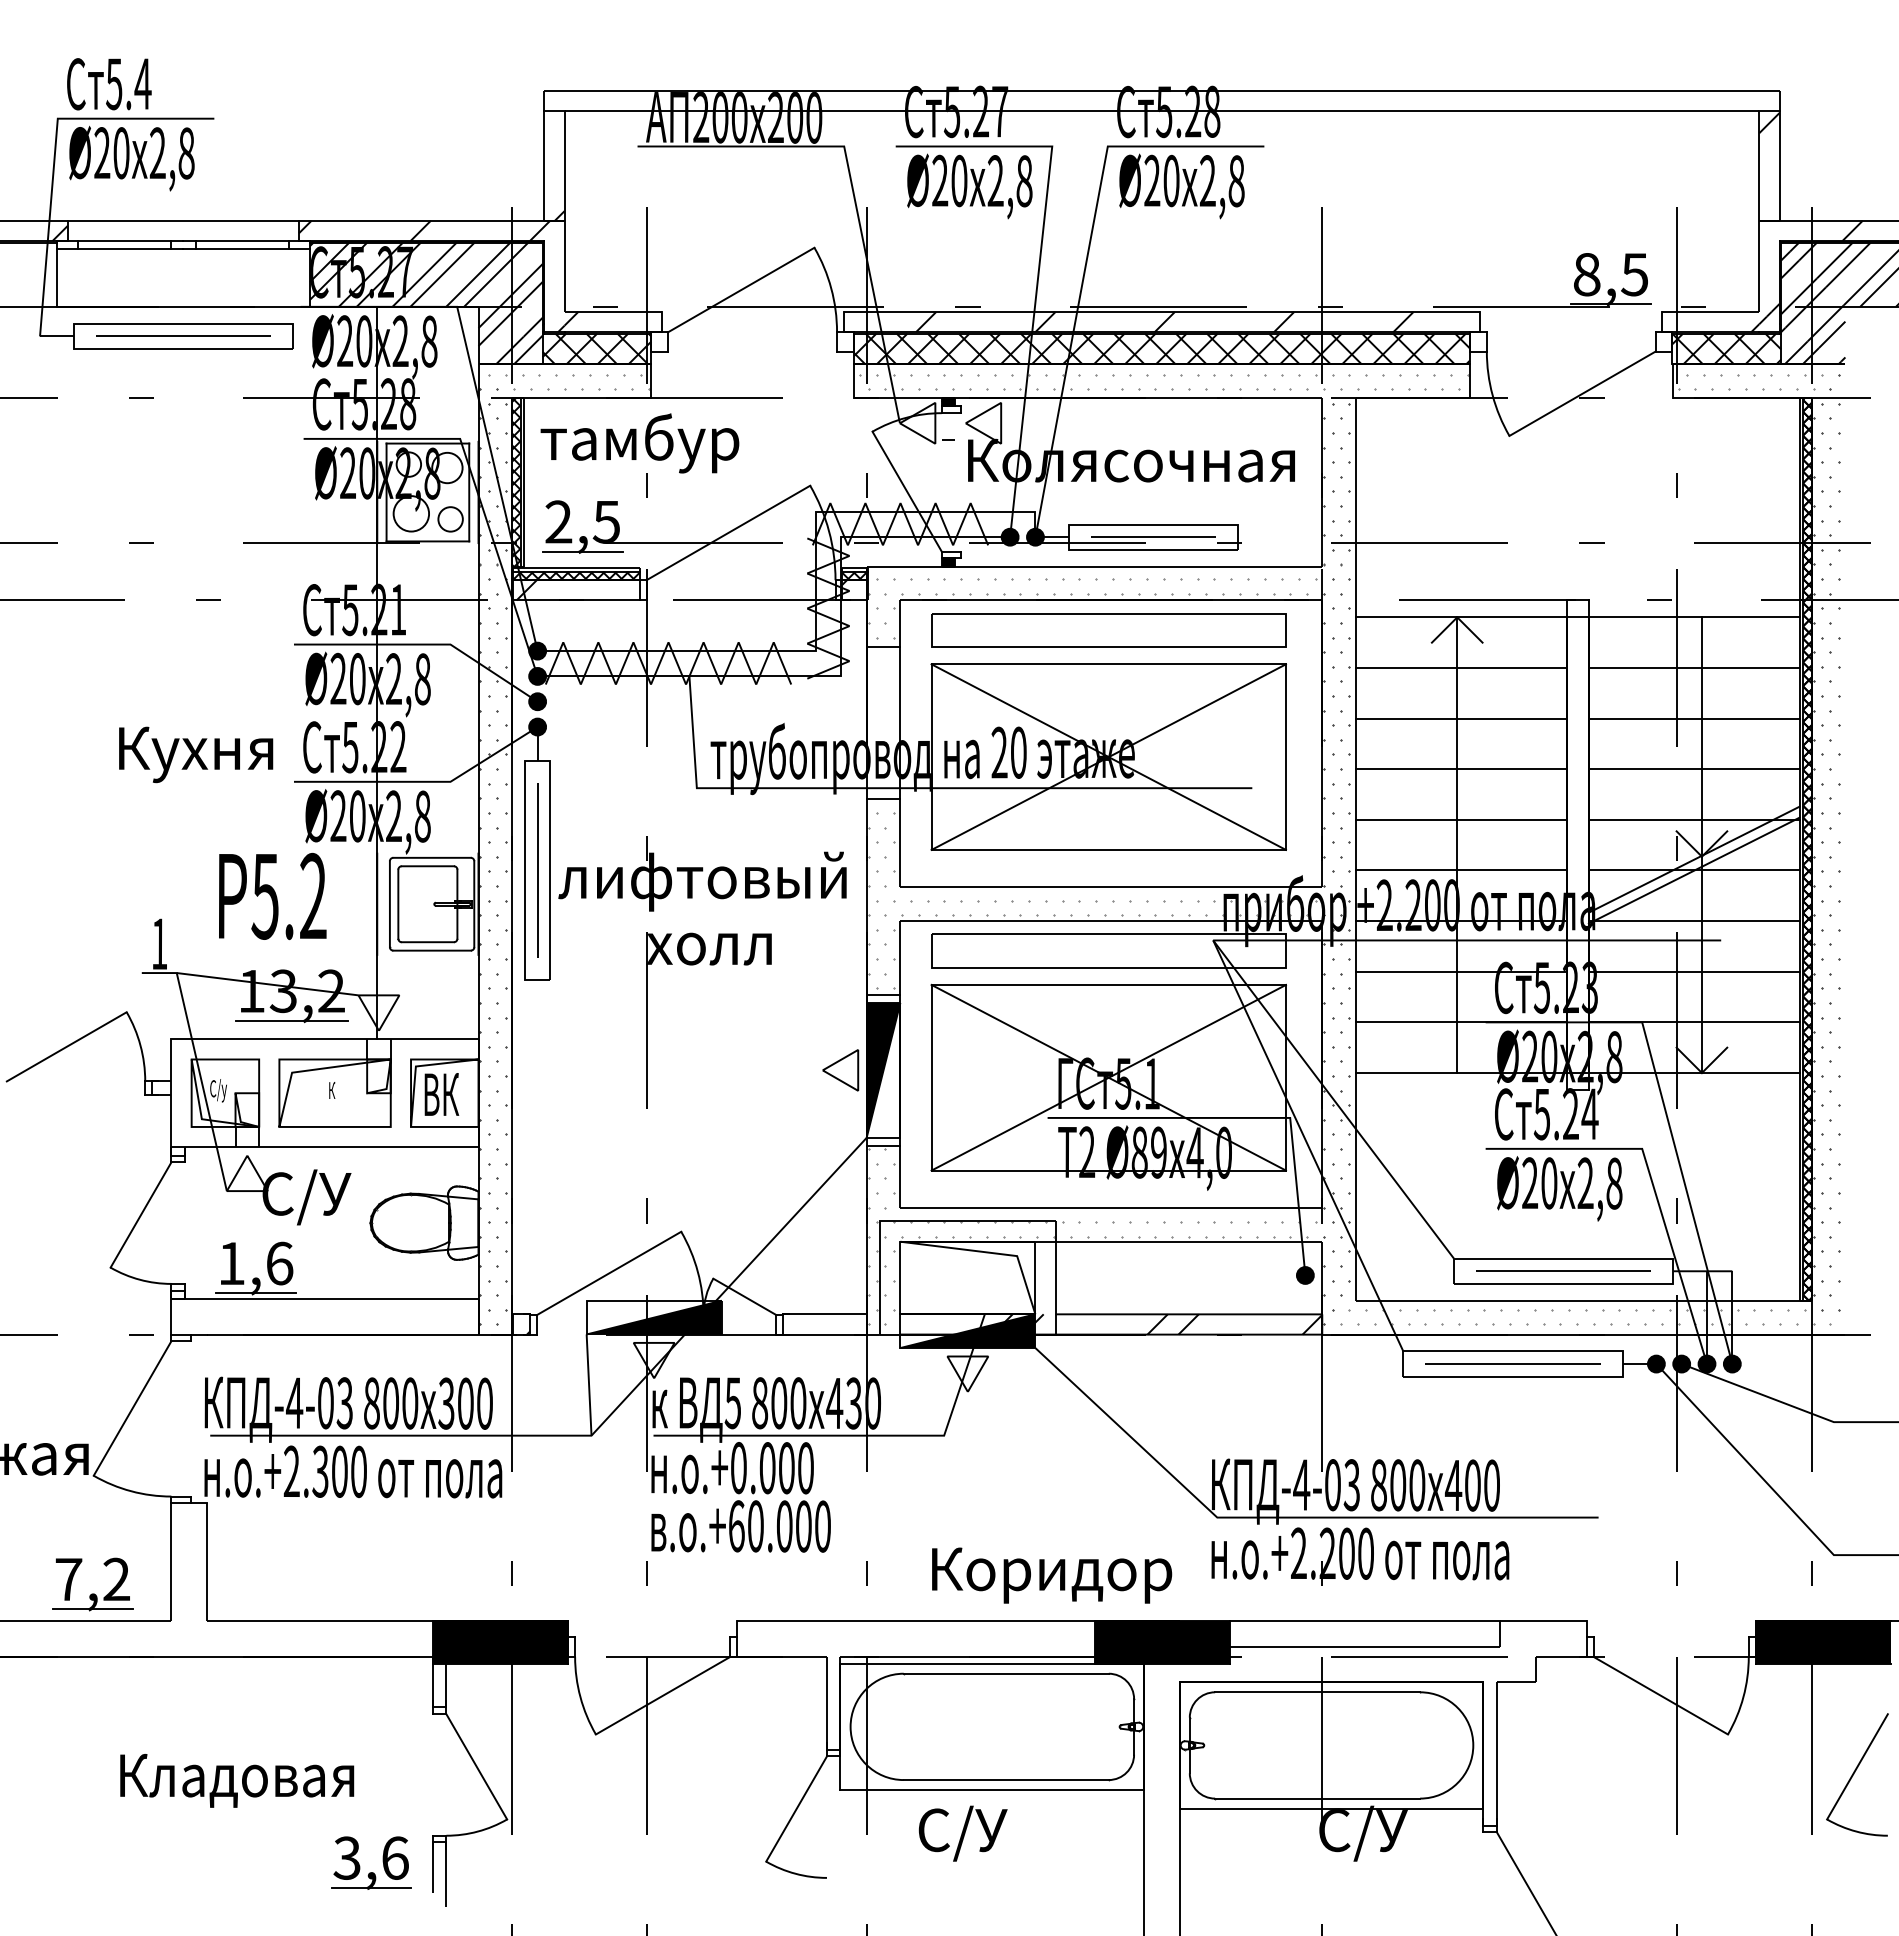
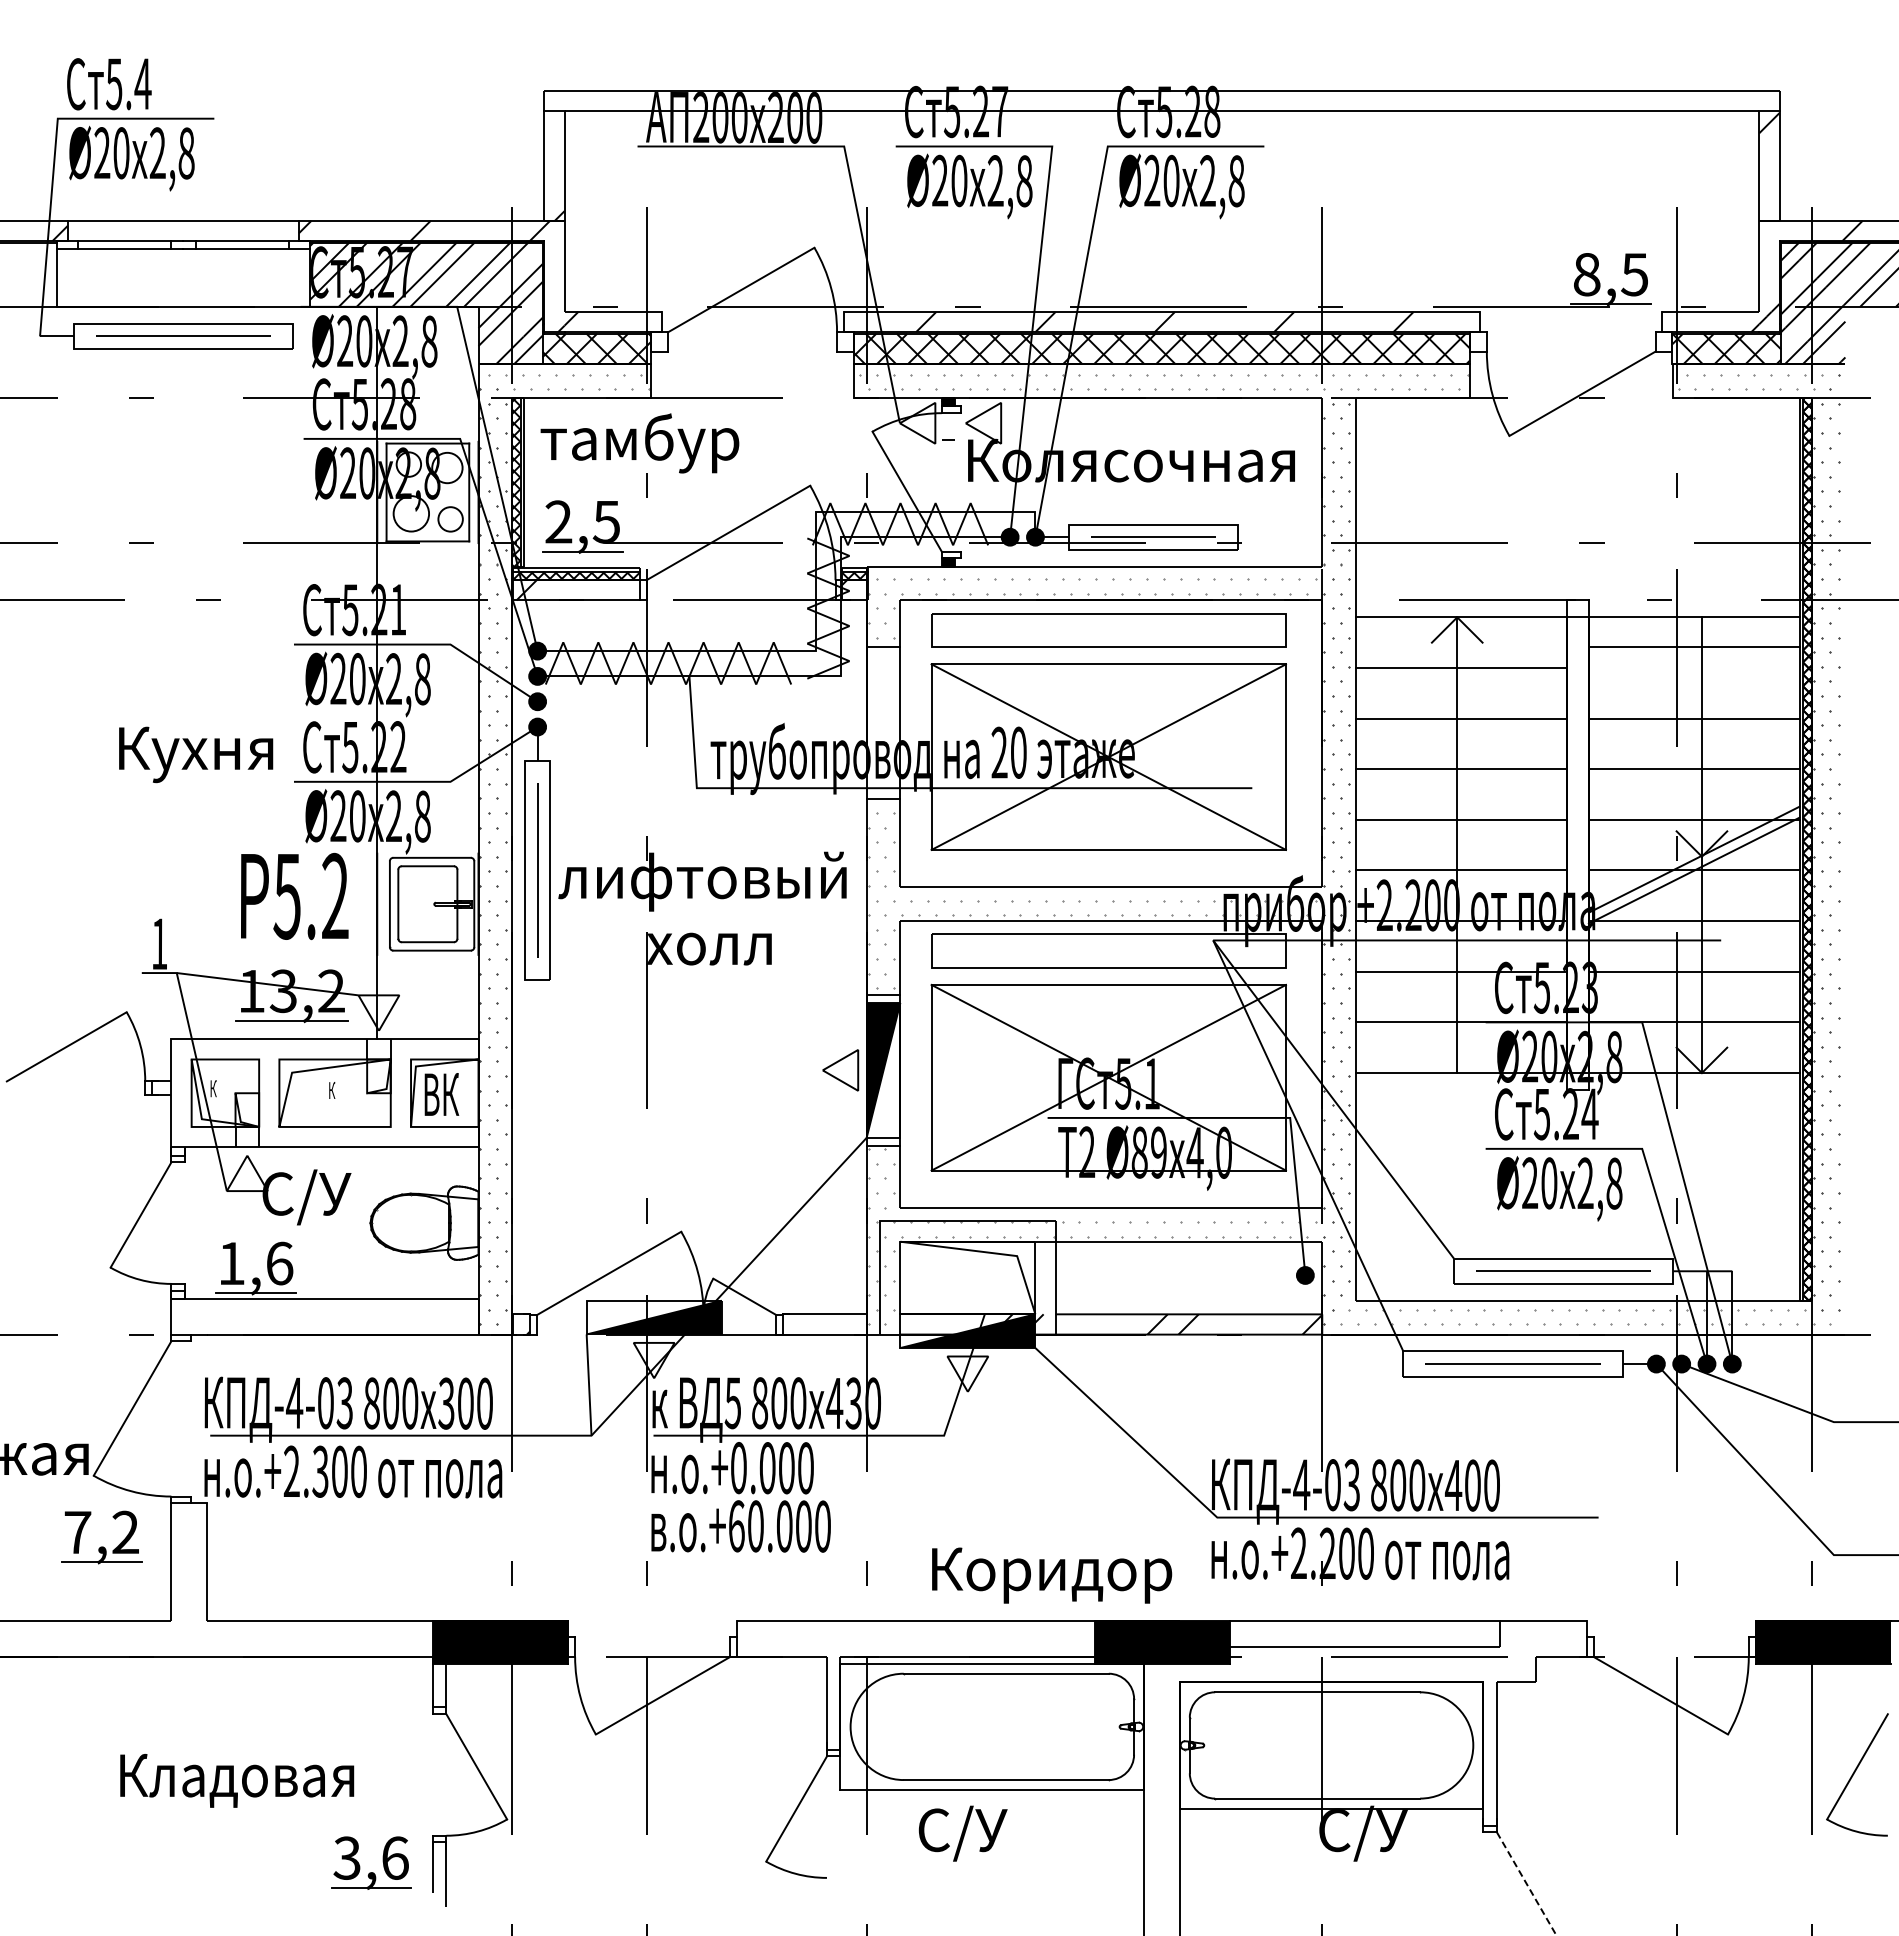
line at (1693, 667) position: (1693, 667) -> (1693, 646)
text at (272, 896) position: (272, 896) -> (294, 896)
text at (218, 1090): С/у -> К
part at (92, 1593) position: (92, 1593) -> (101, 1546)
line at (1526, 1884): solid -> dashed
